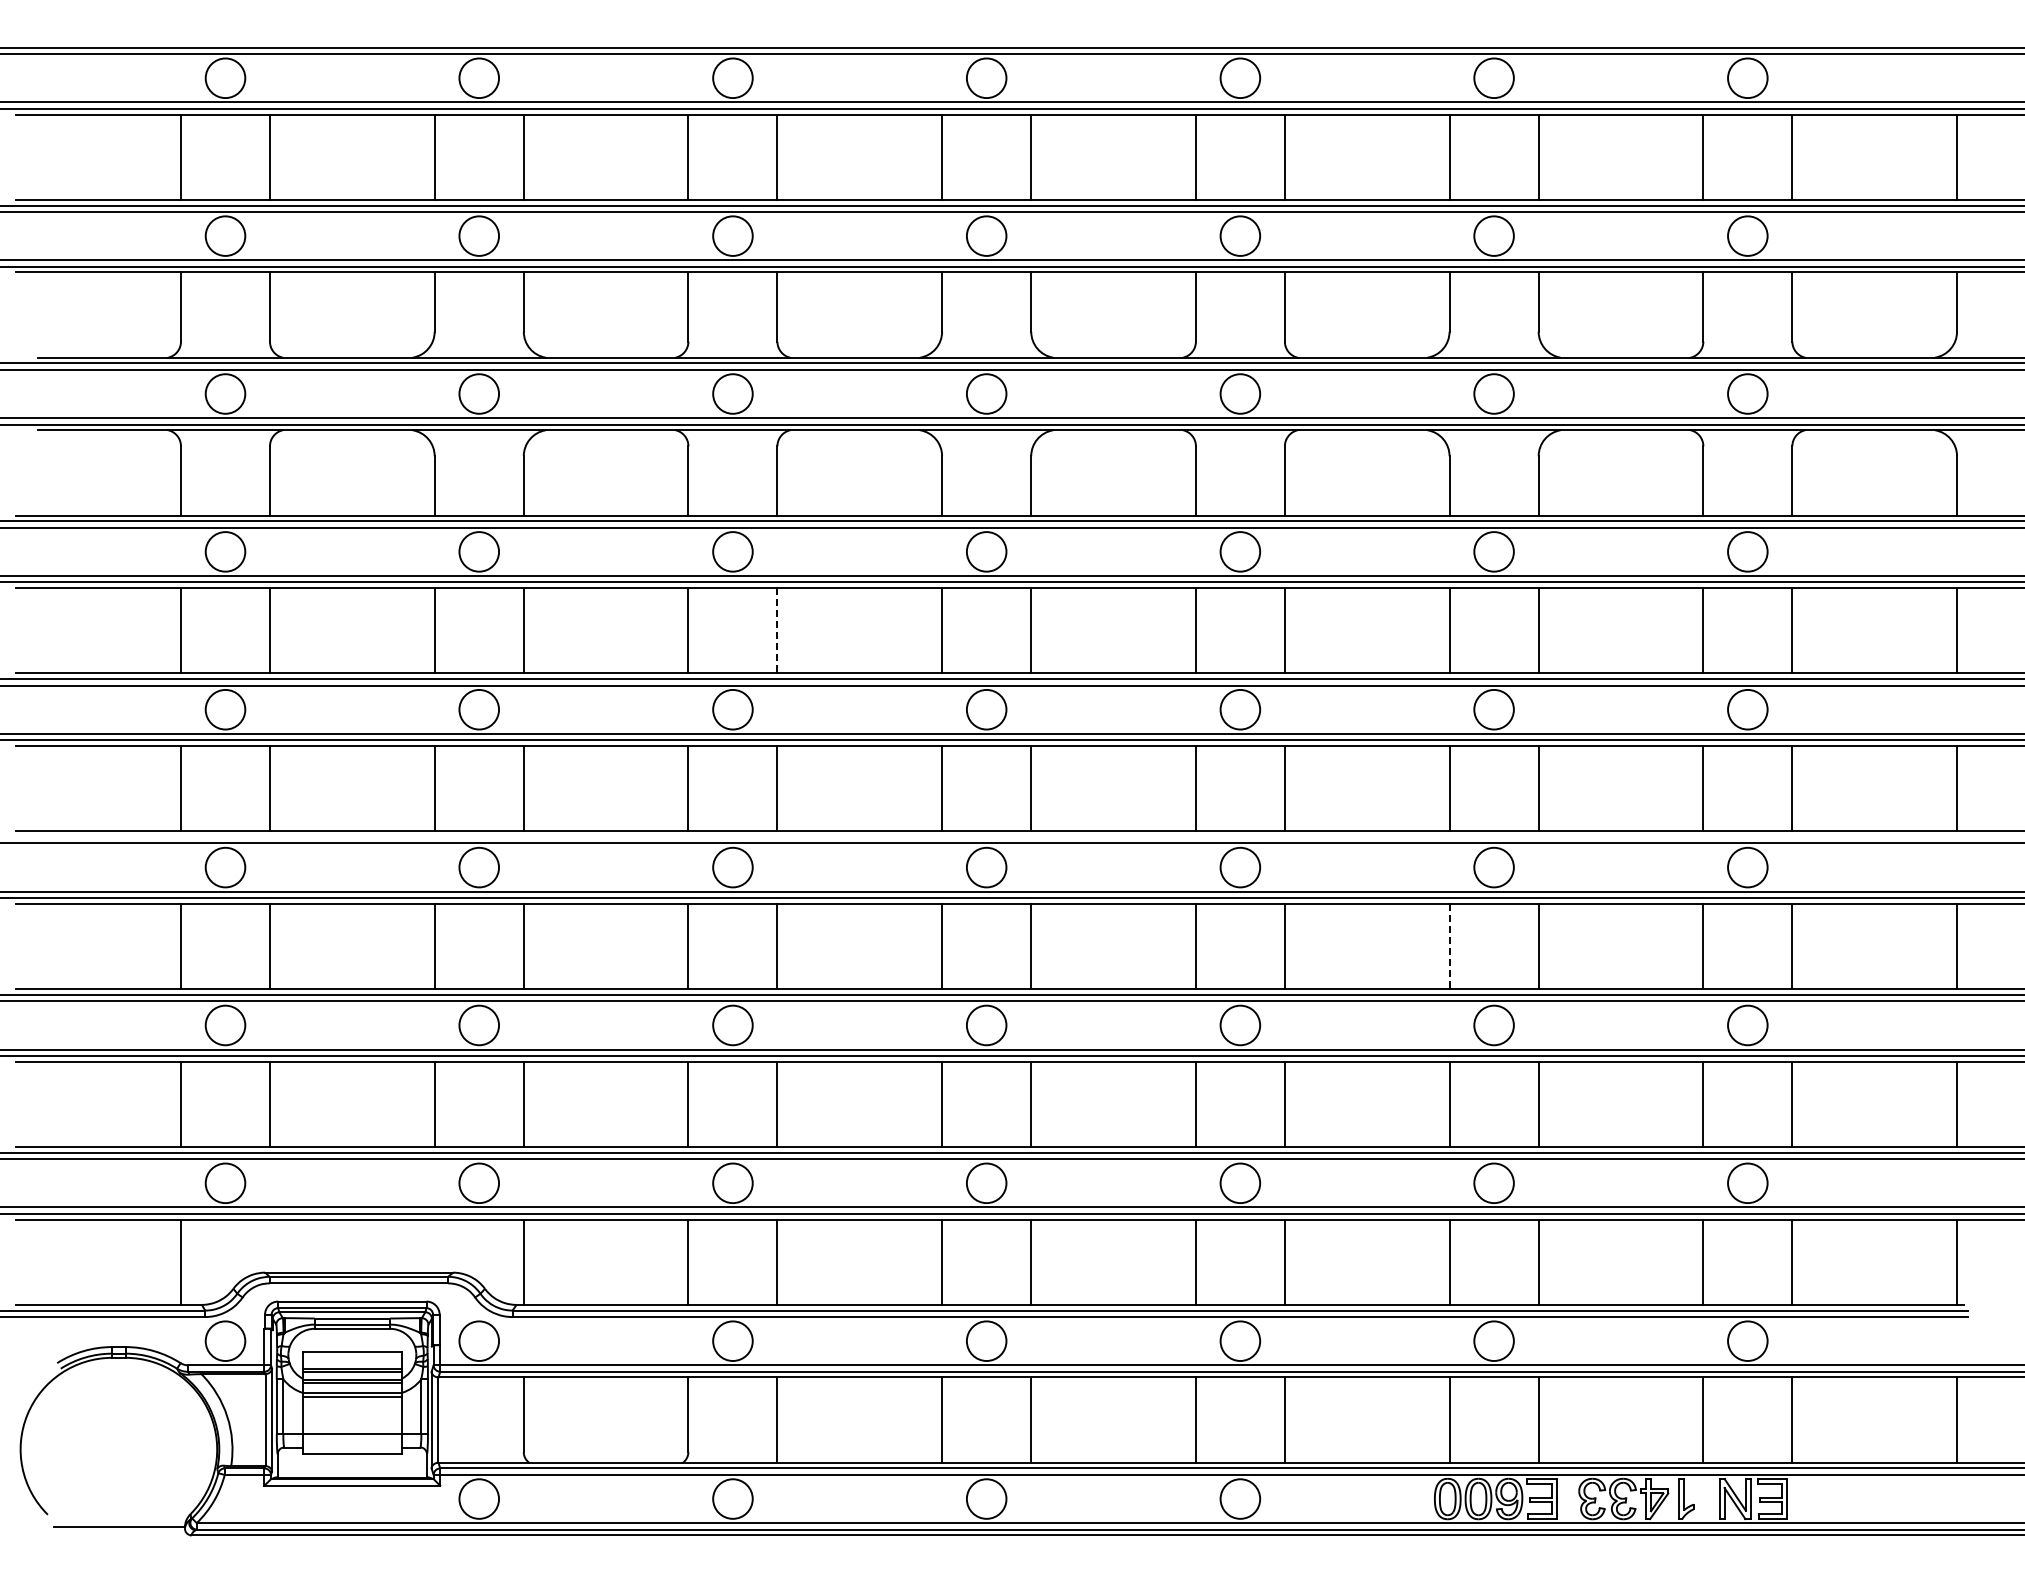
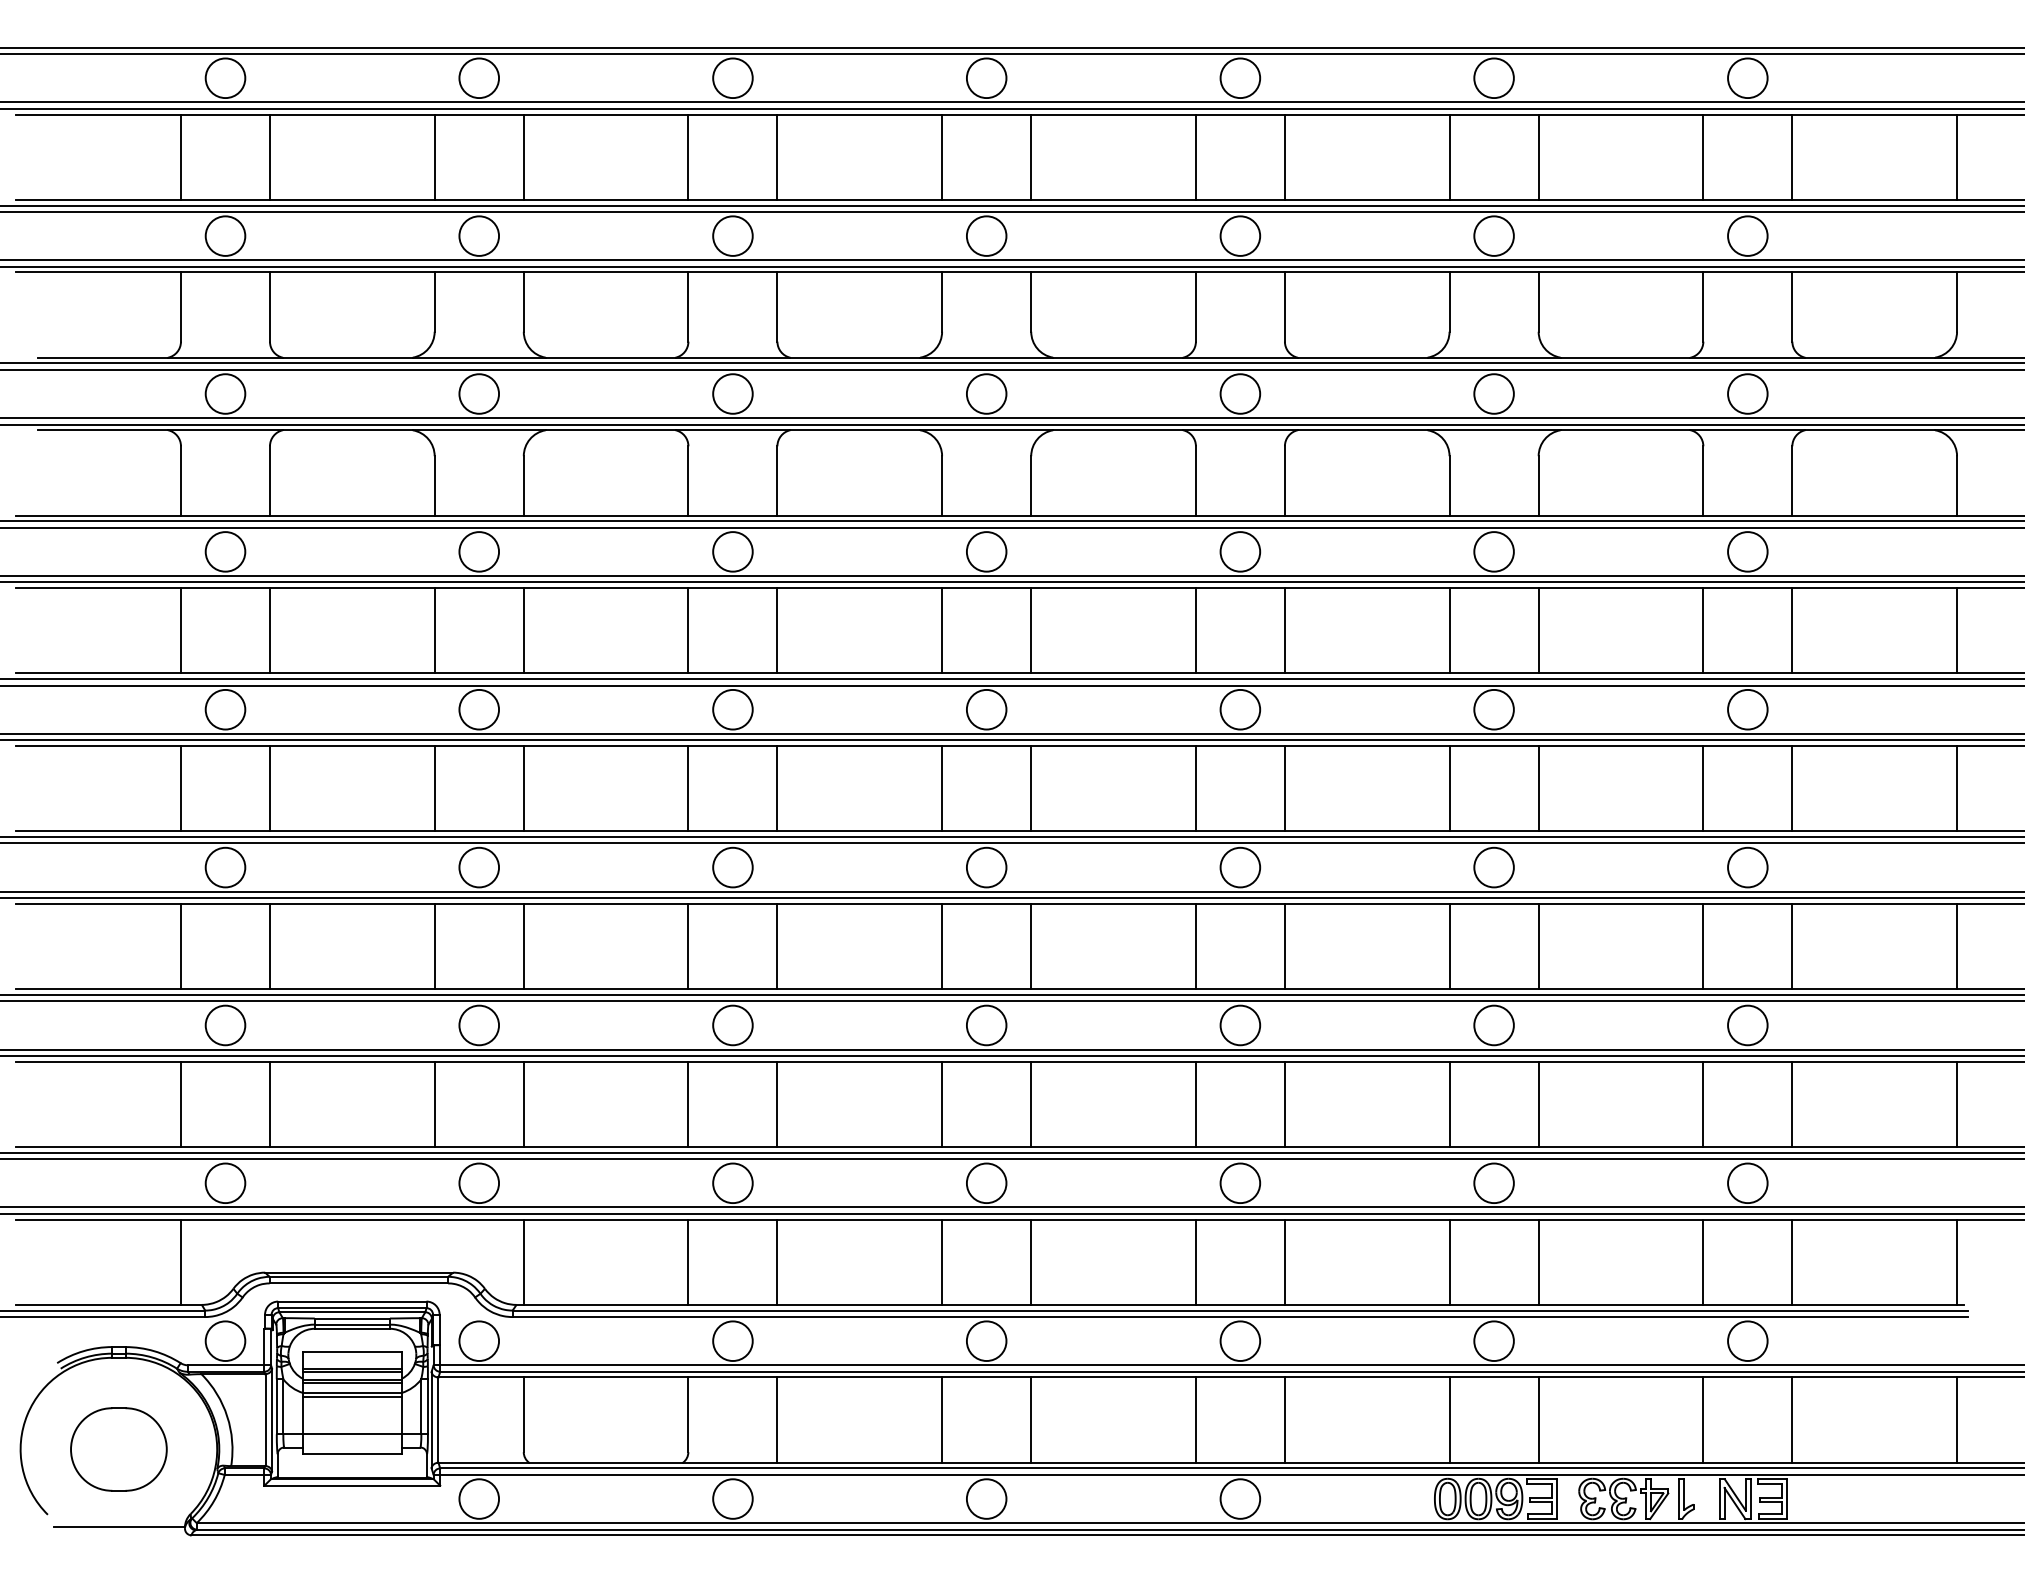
line at (777, 630): dashed -> solid
line at (1011, 837): none -> present
line at (1449, 946): dashed -> solid
part at (118, 1449): none -> present
